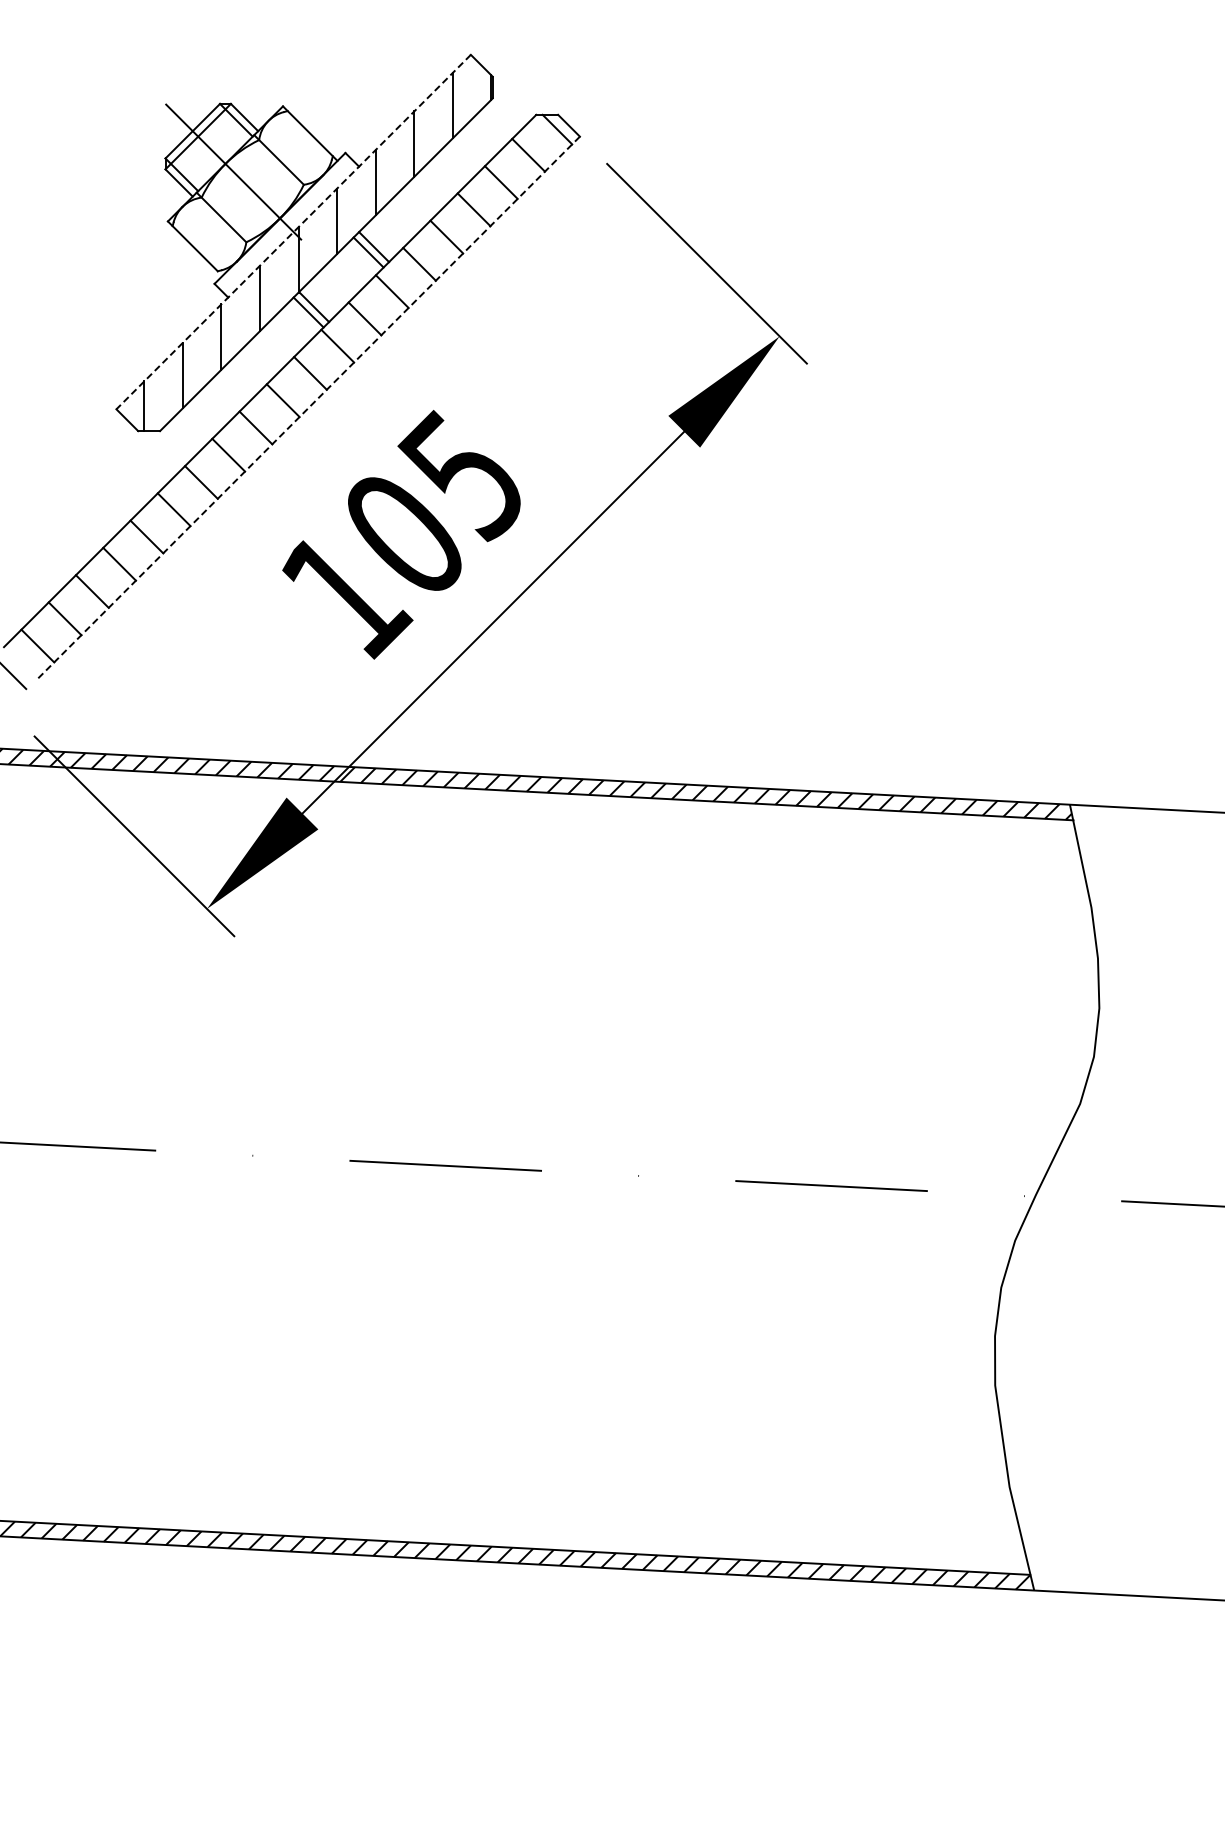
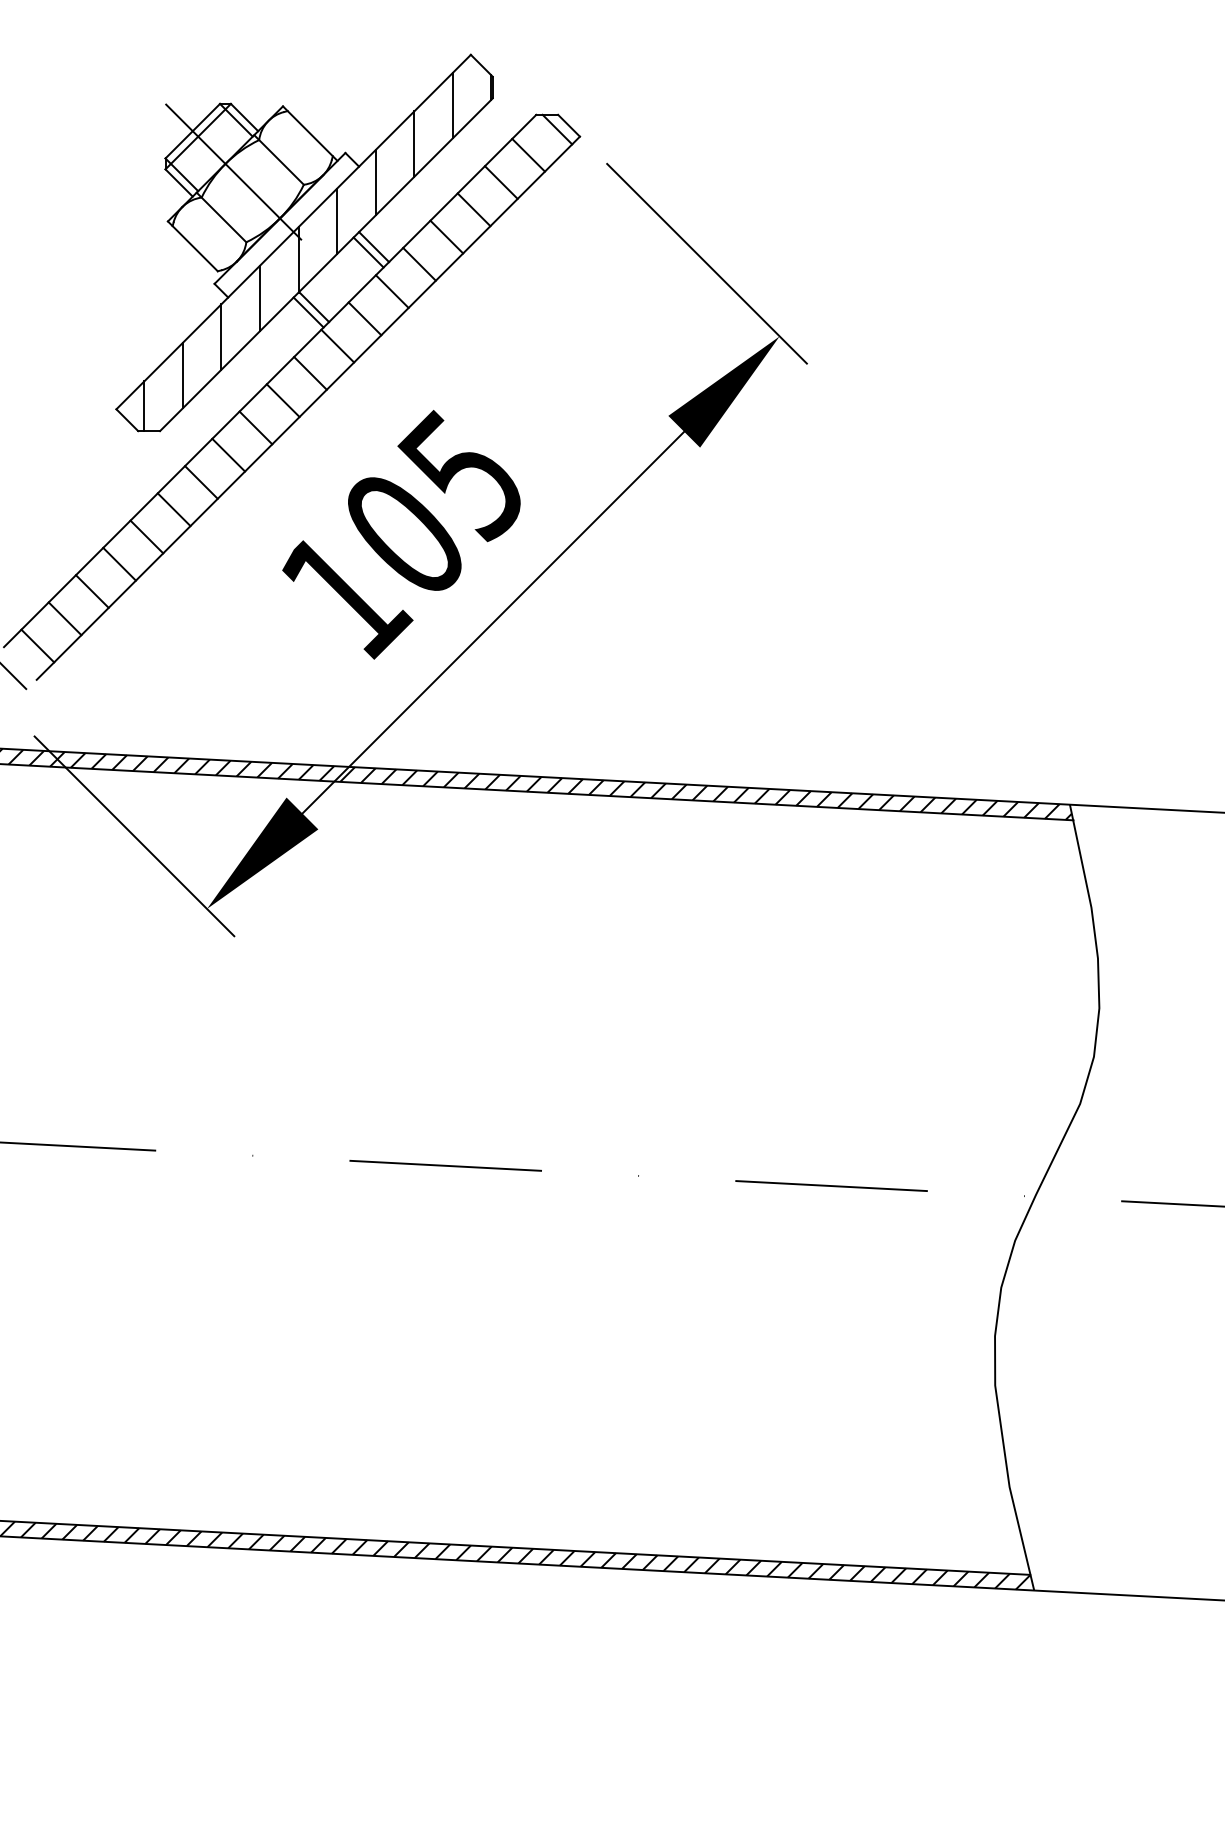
line at (293, 232): dashed -> solid
line at (307, 408): dashed -> solid
